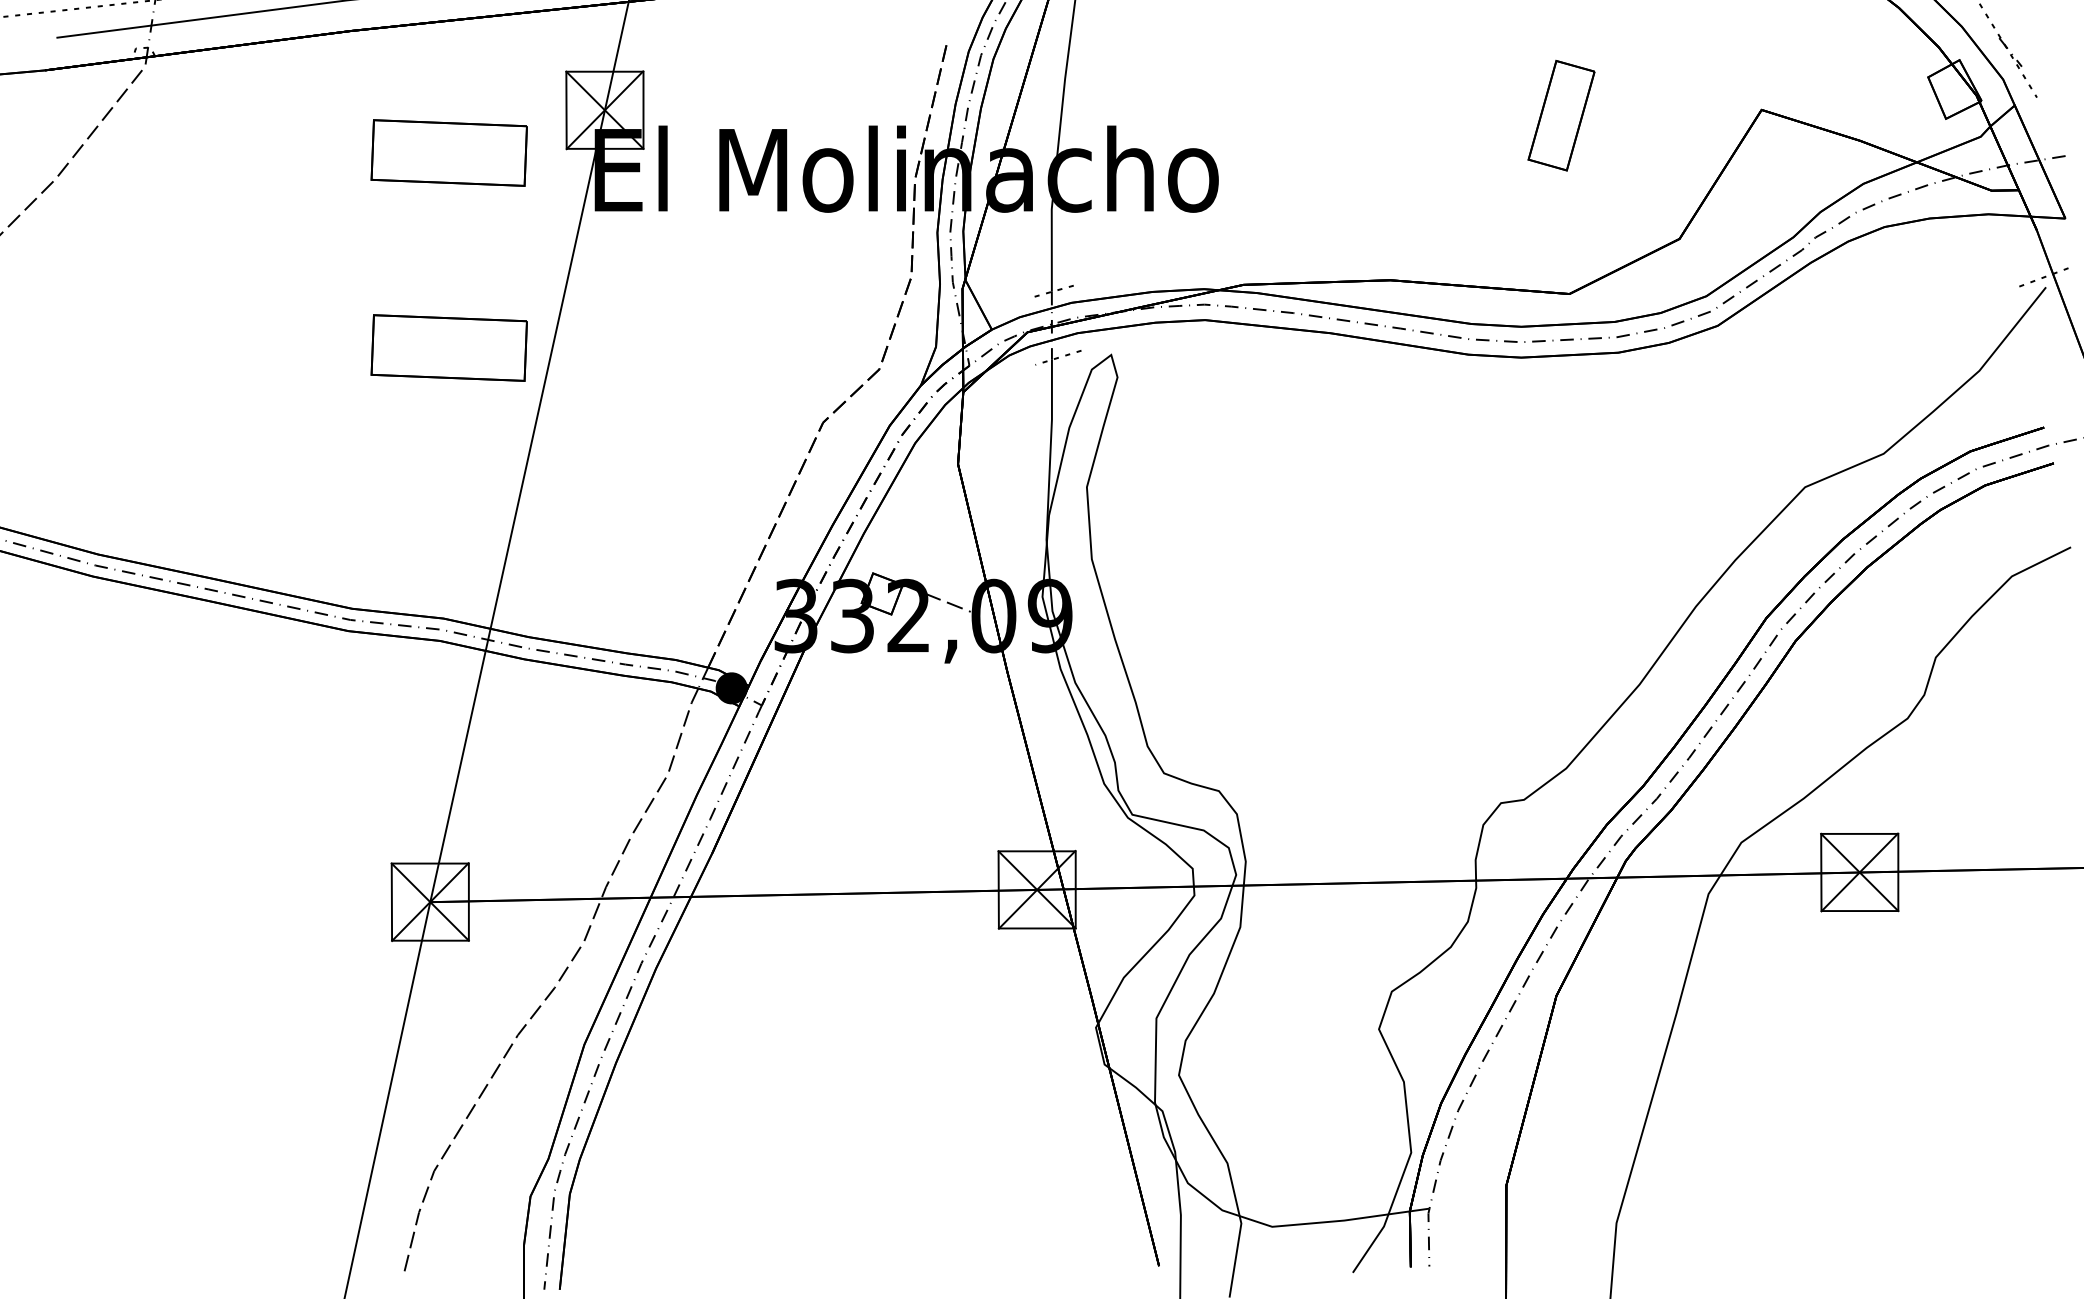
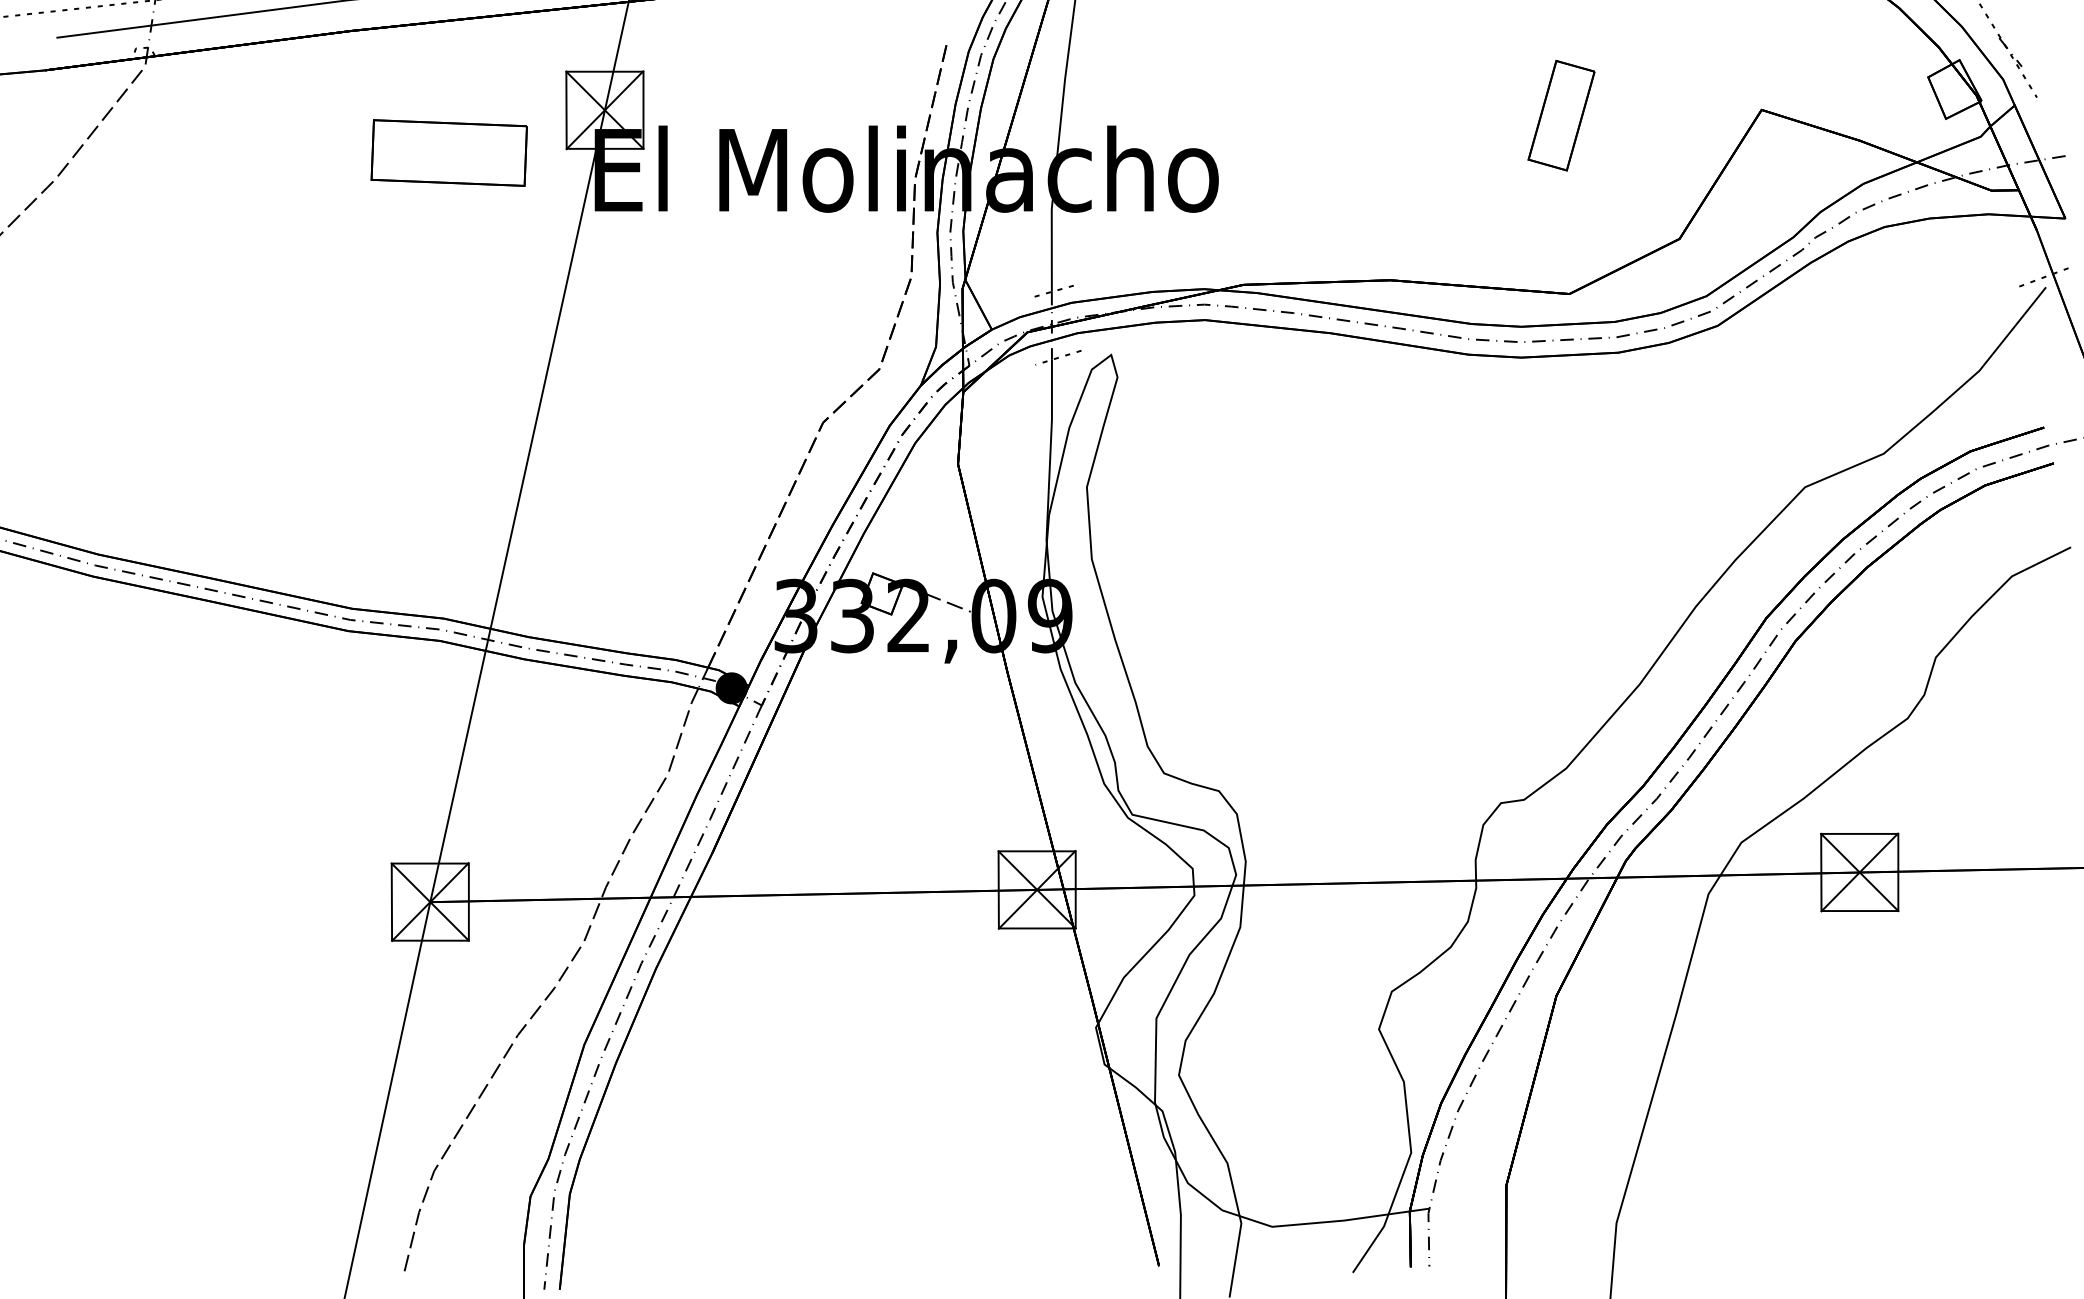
part at (448, 347): present -> none
